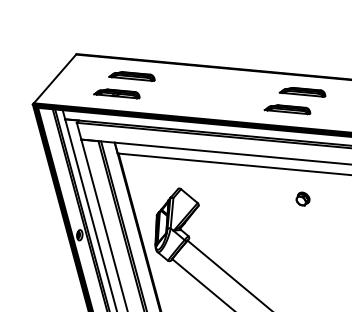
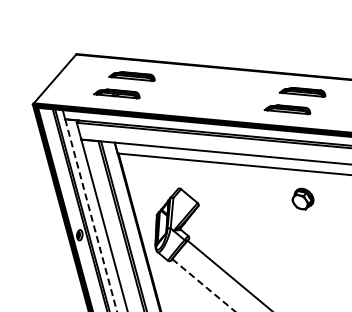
part at (302, 198) size: 16x16 px -> 24x24 px
line at (91, 215): solid -> dashed
line at (203, 285): solid -> dashed
